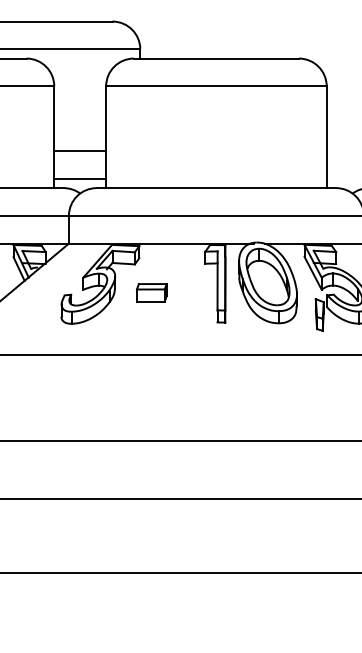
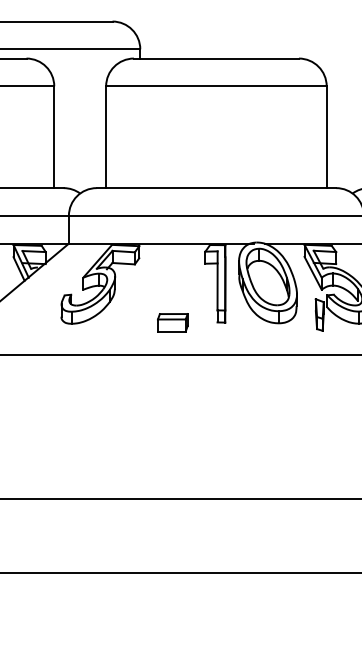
line at (80, 151): present -> none
line at (80, 178): present -> none
part at (151, 292) position: (151, 292) -> (172, 322)
line at (180, 441): present -> none
